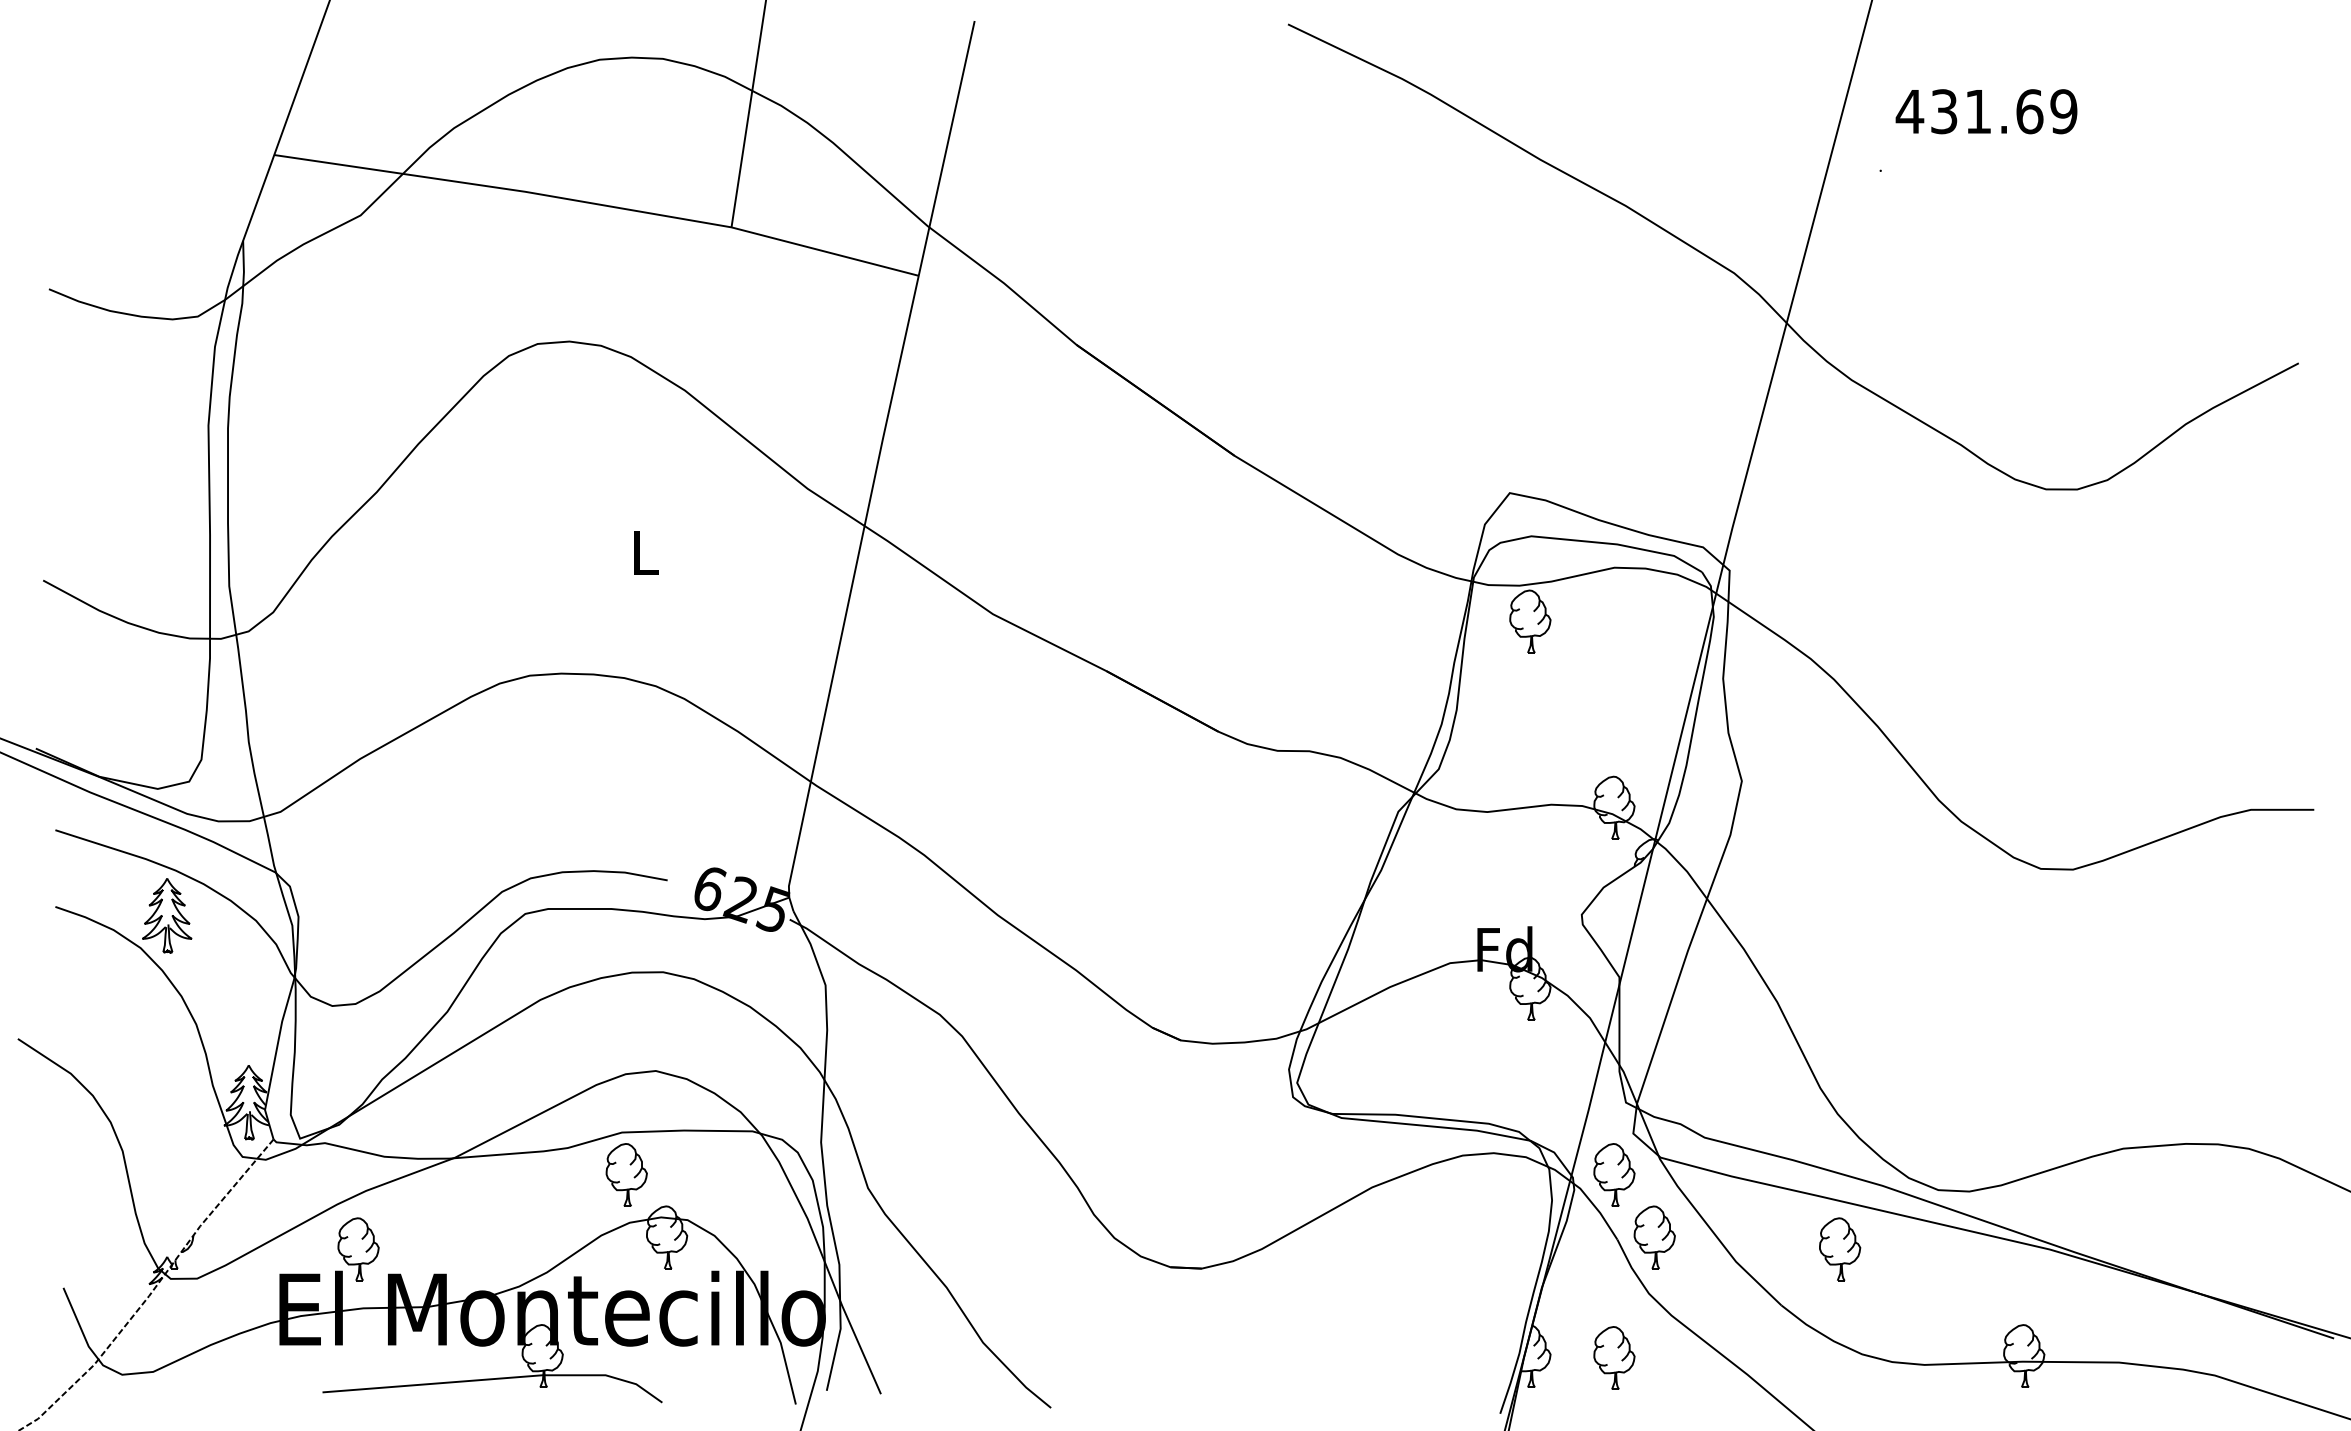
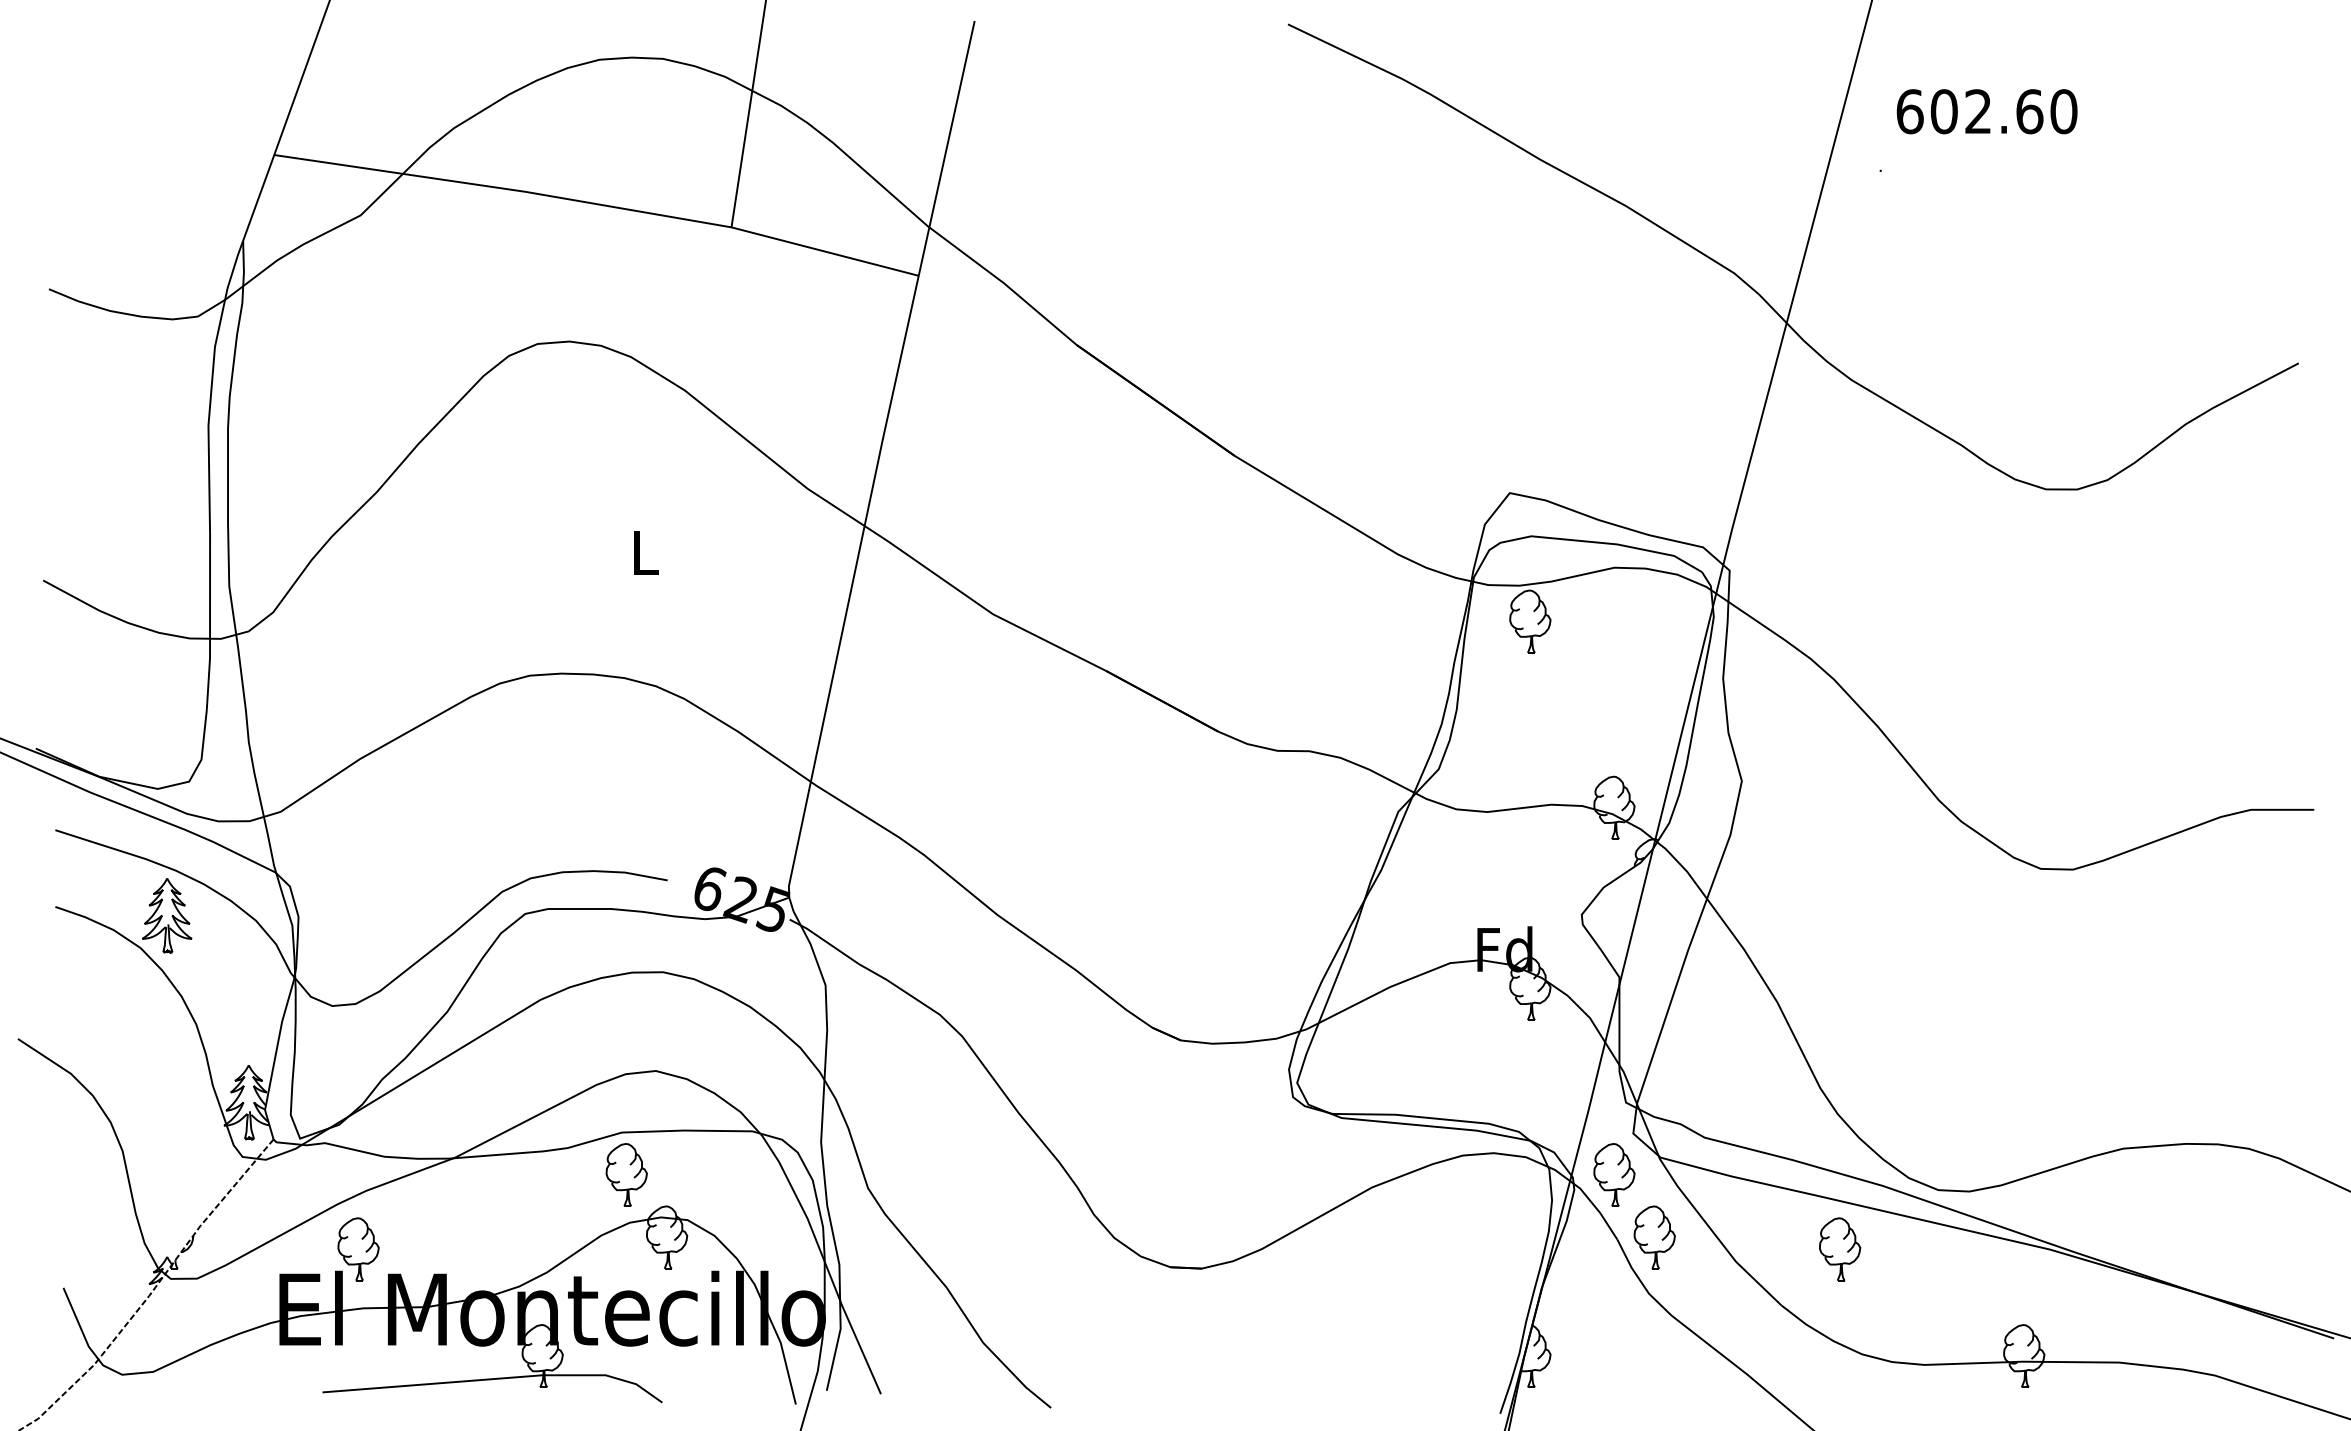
text at (1986, 111): 431.69 -> 602.60
part at (1614, 1357): present -> none
